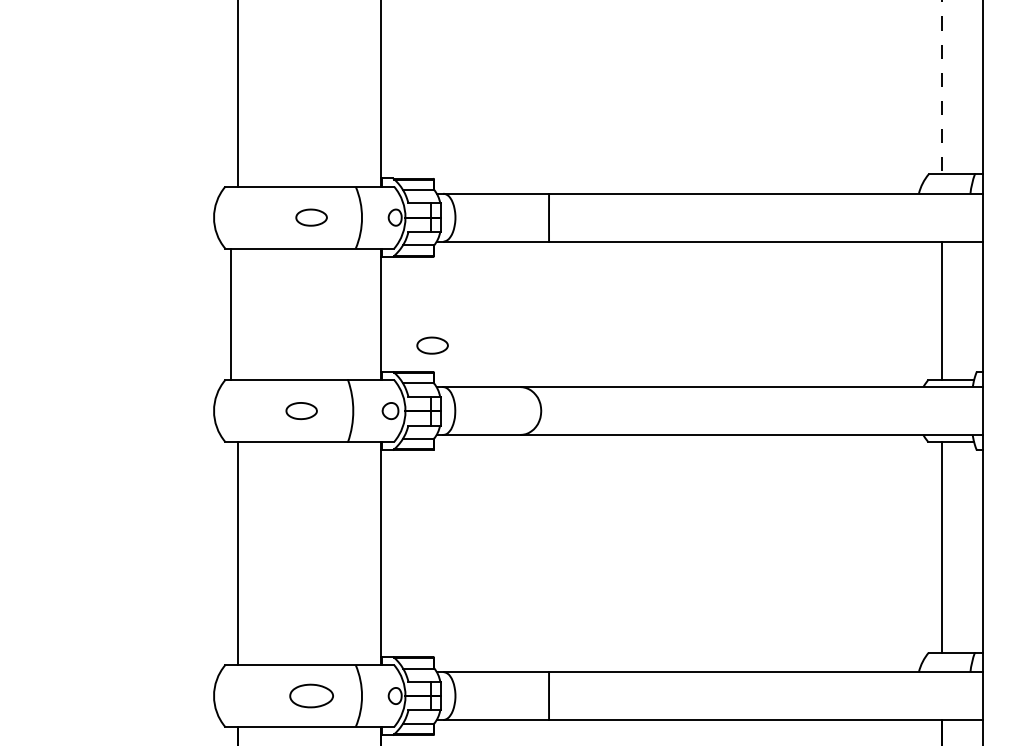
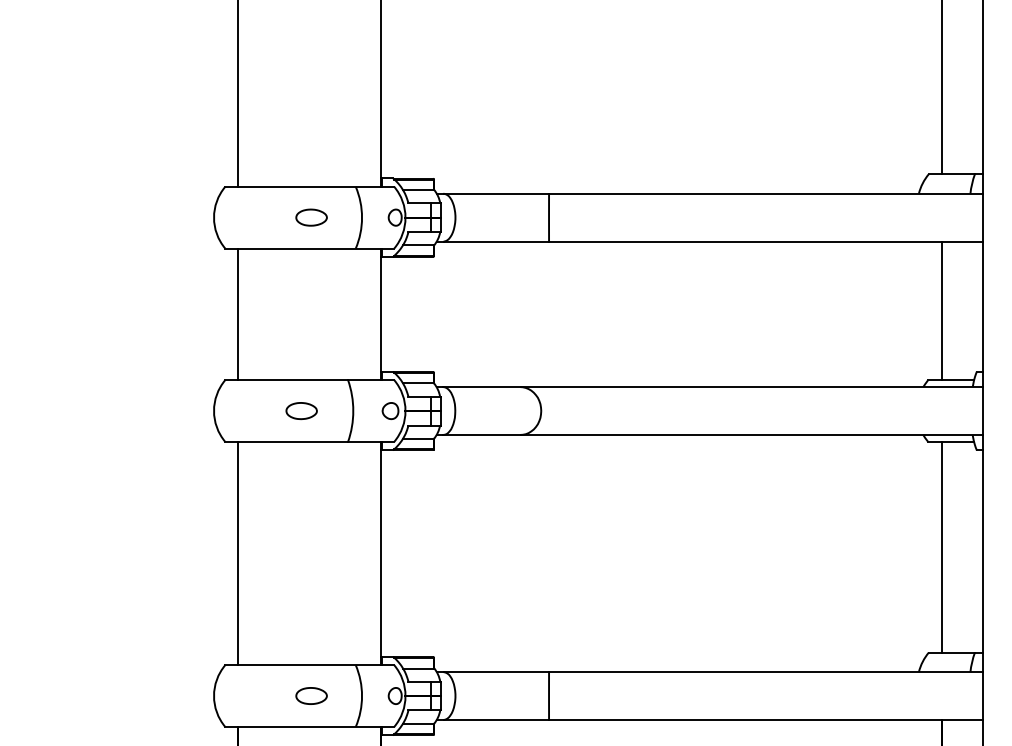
line at (941, 87): dashed -> solid
line at (231, 314) position: (231, 314) -> (238, 314)
part at (432, 345): present -> none
part at (311, 695) size: 45x26 px -> 33x18 px
